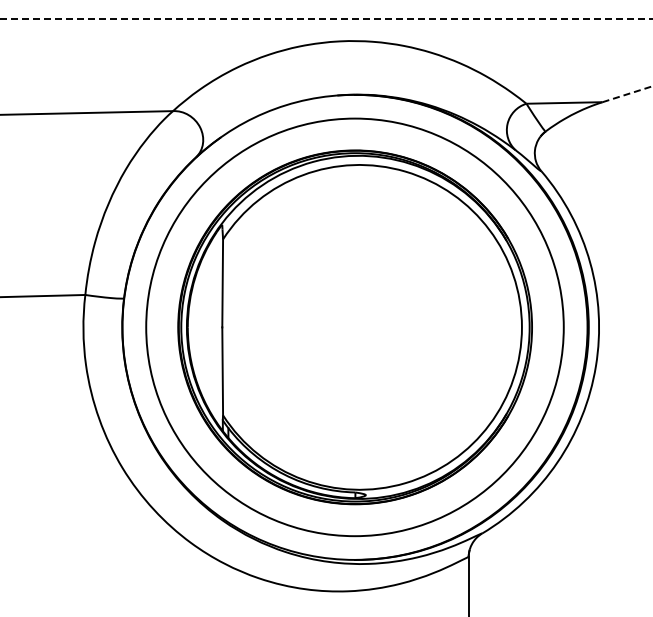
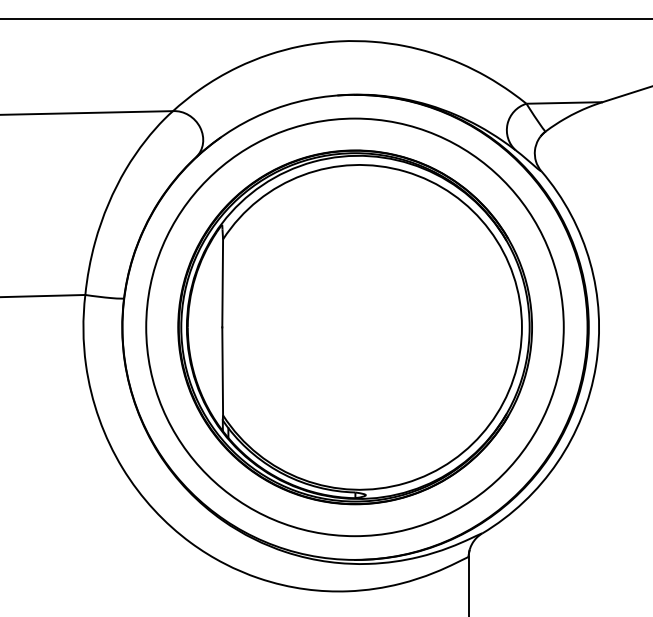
line at (326, 18): dashed -> solid
line at (627, 94): dashed -> solid
